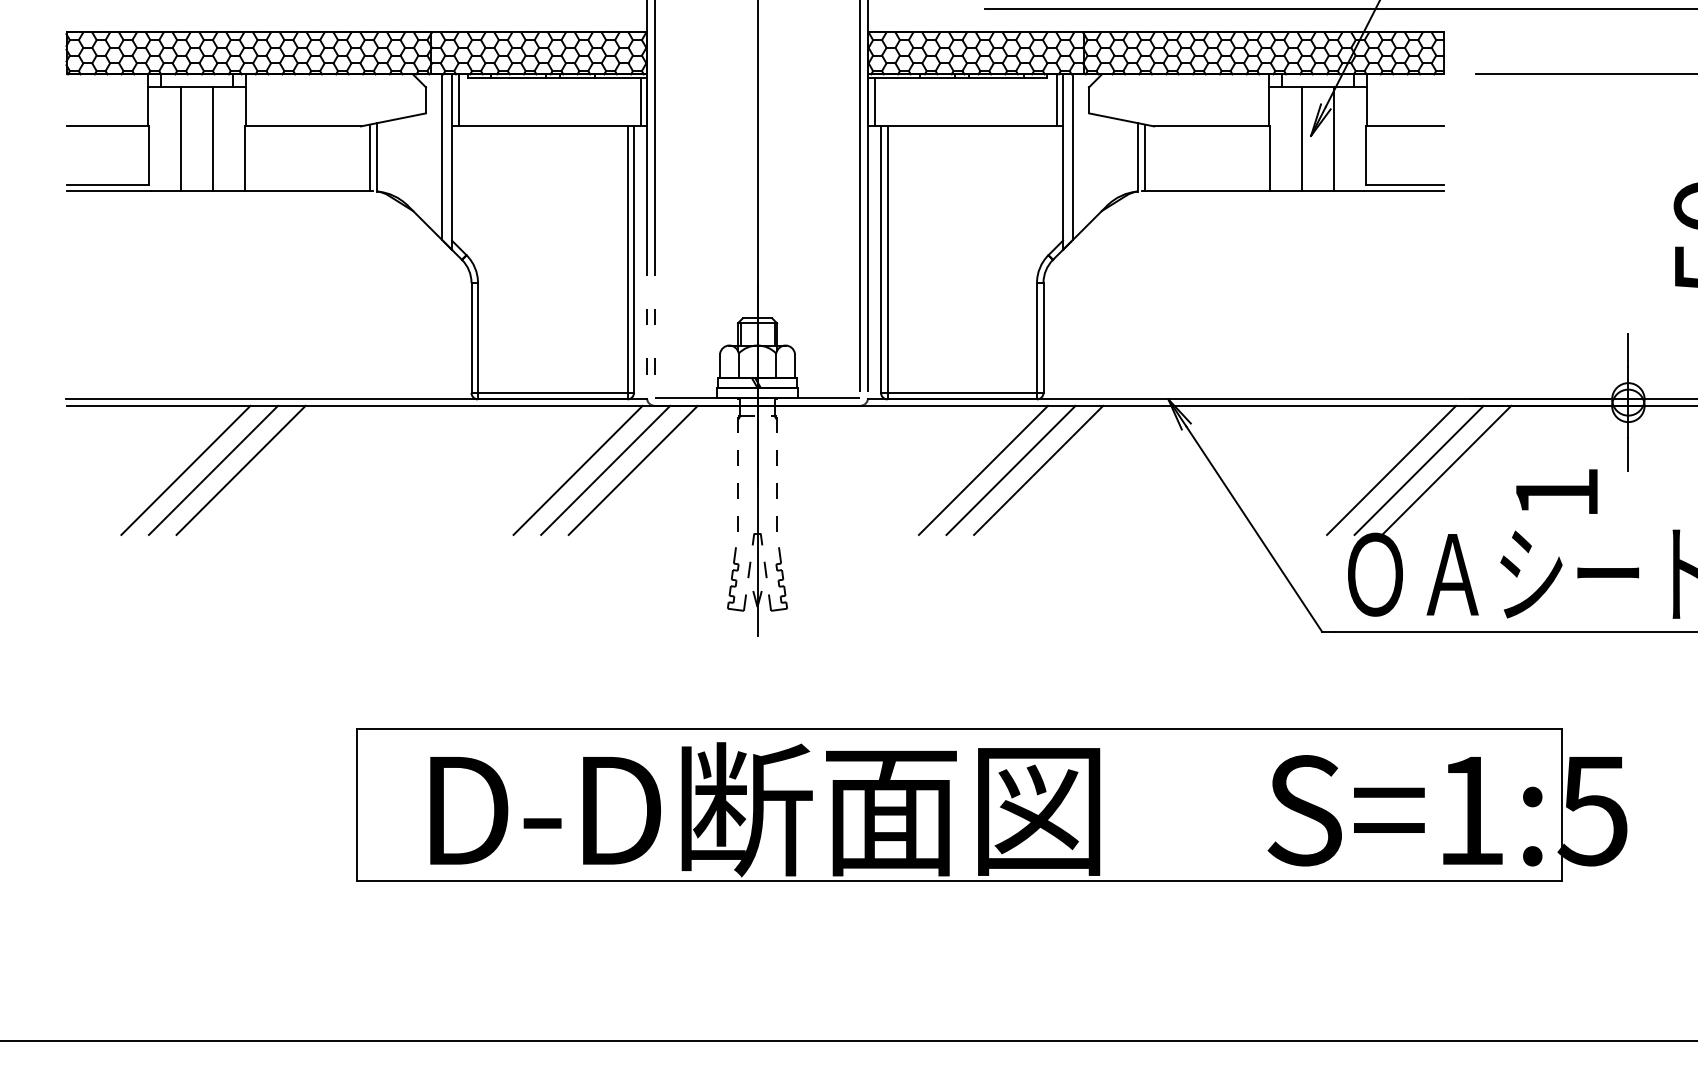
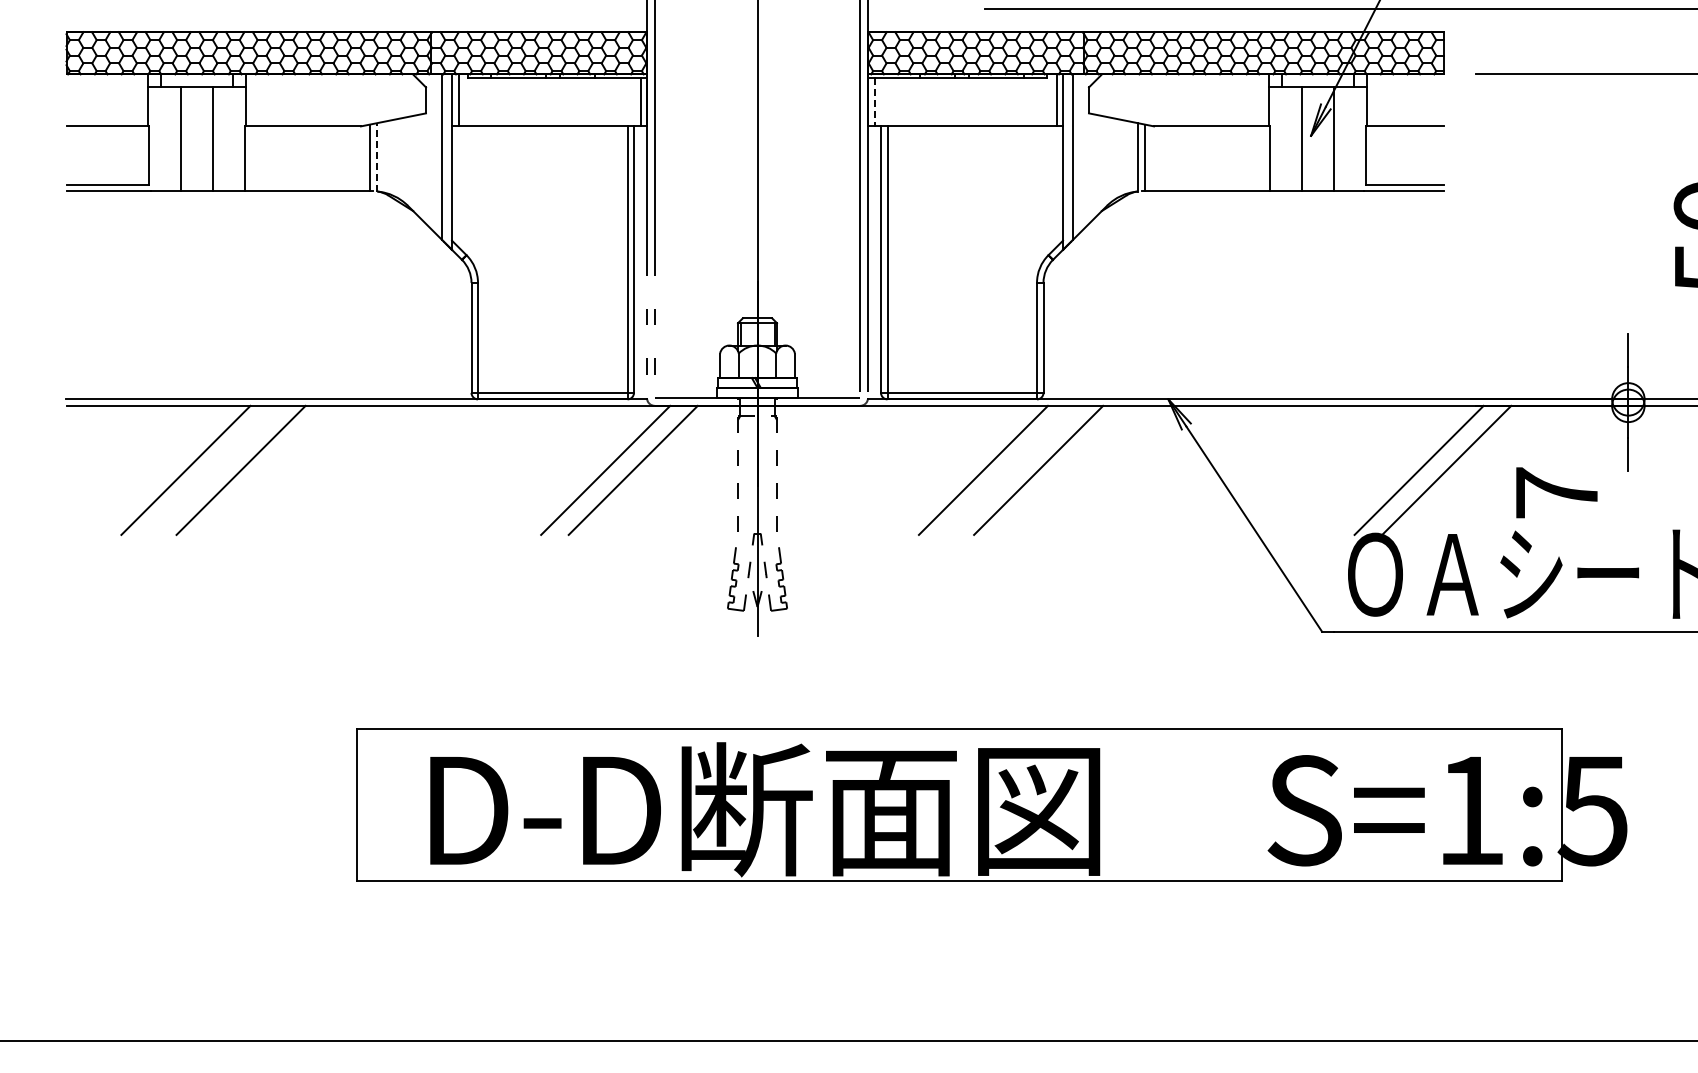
line at (874, 102): solid -> dashed
line at (377, 156): solid -> dashed
line at (213, 469): present -> none
line at (577, 469): present -> none
line at (1010, 469): present -> none
line at (1391, 469): present -> none
text at (1556, 492): 1 -> 7
